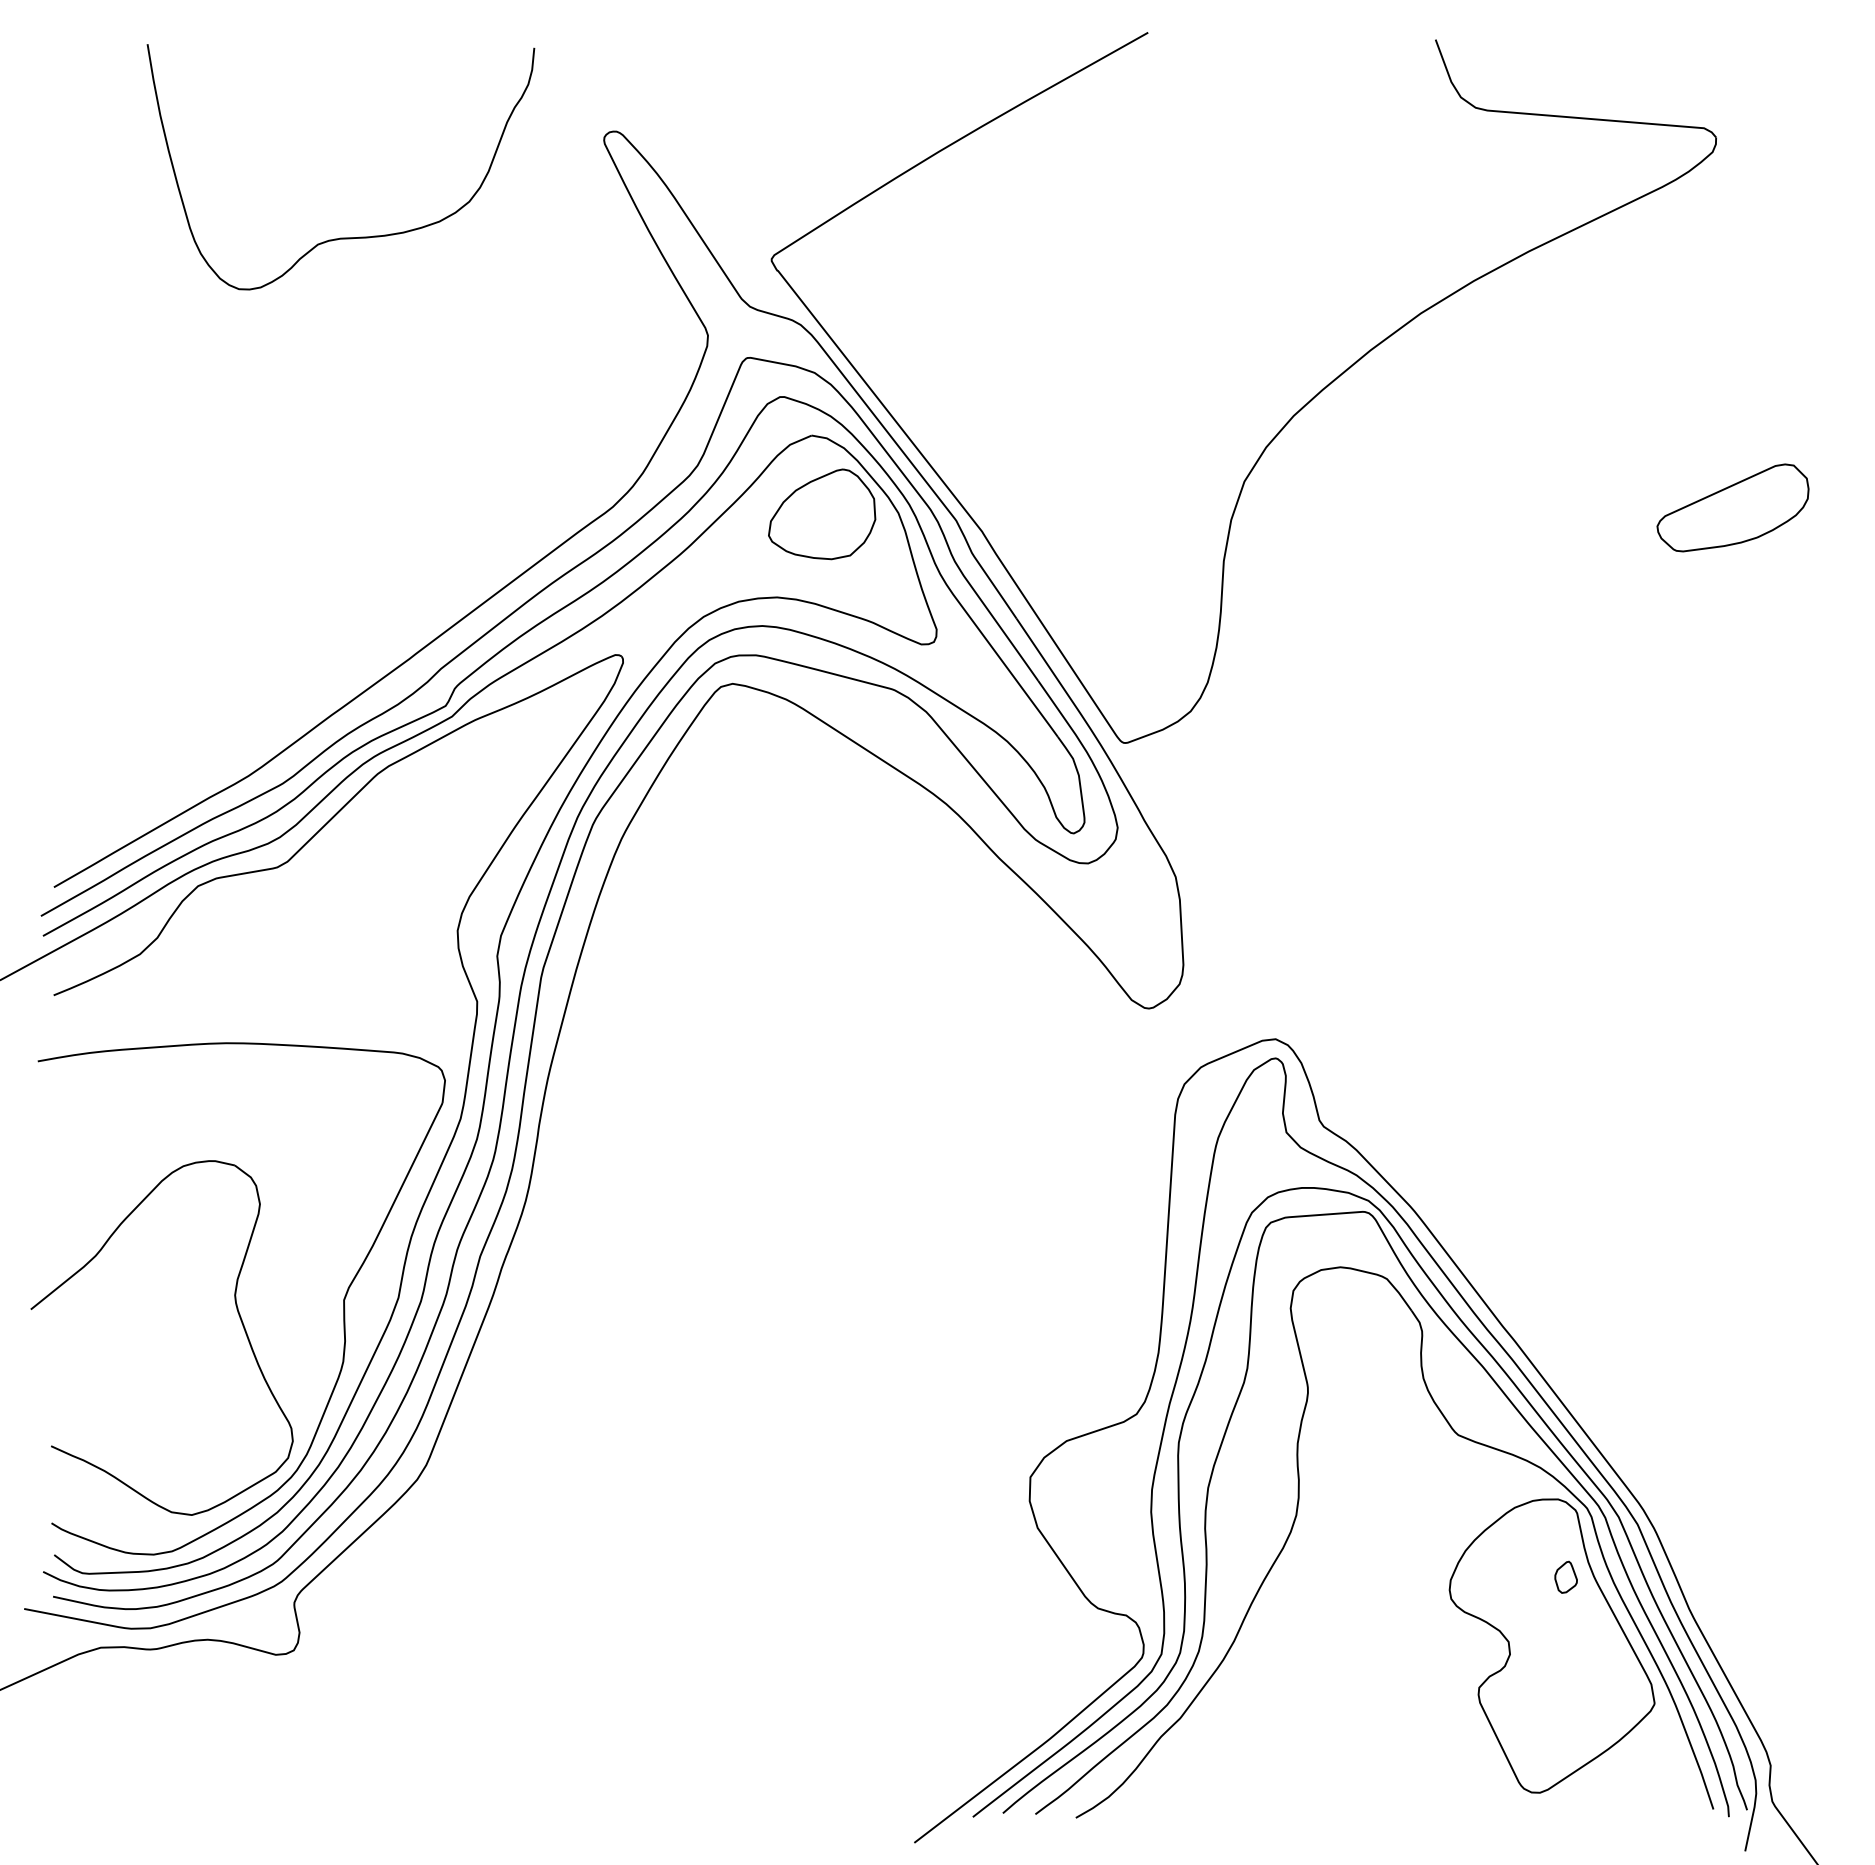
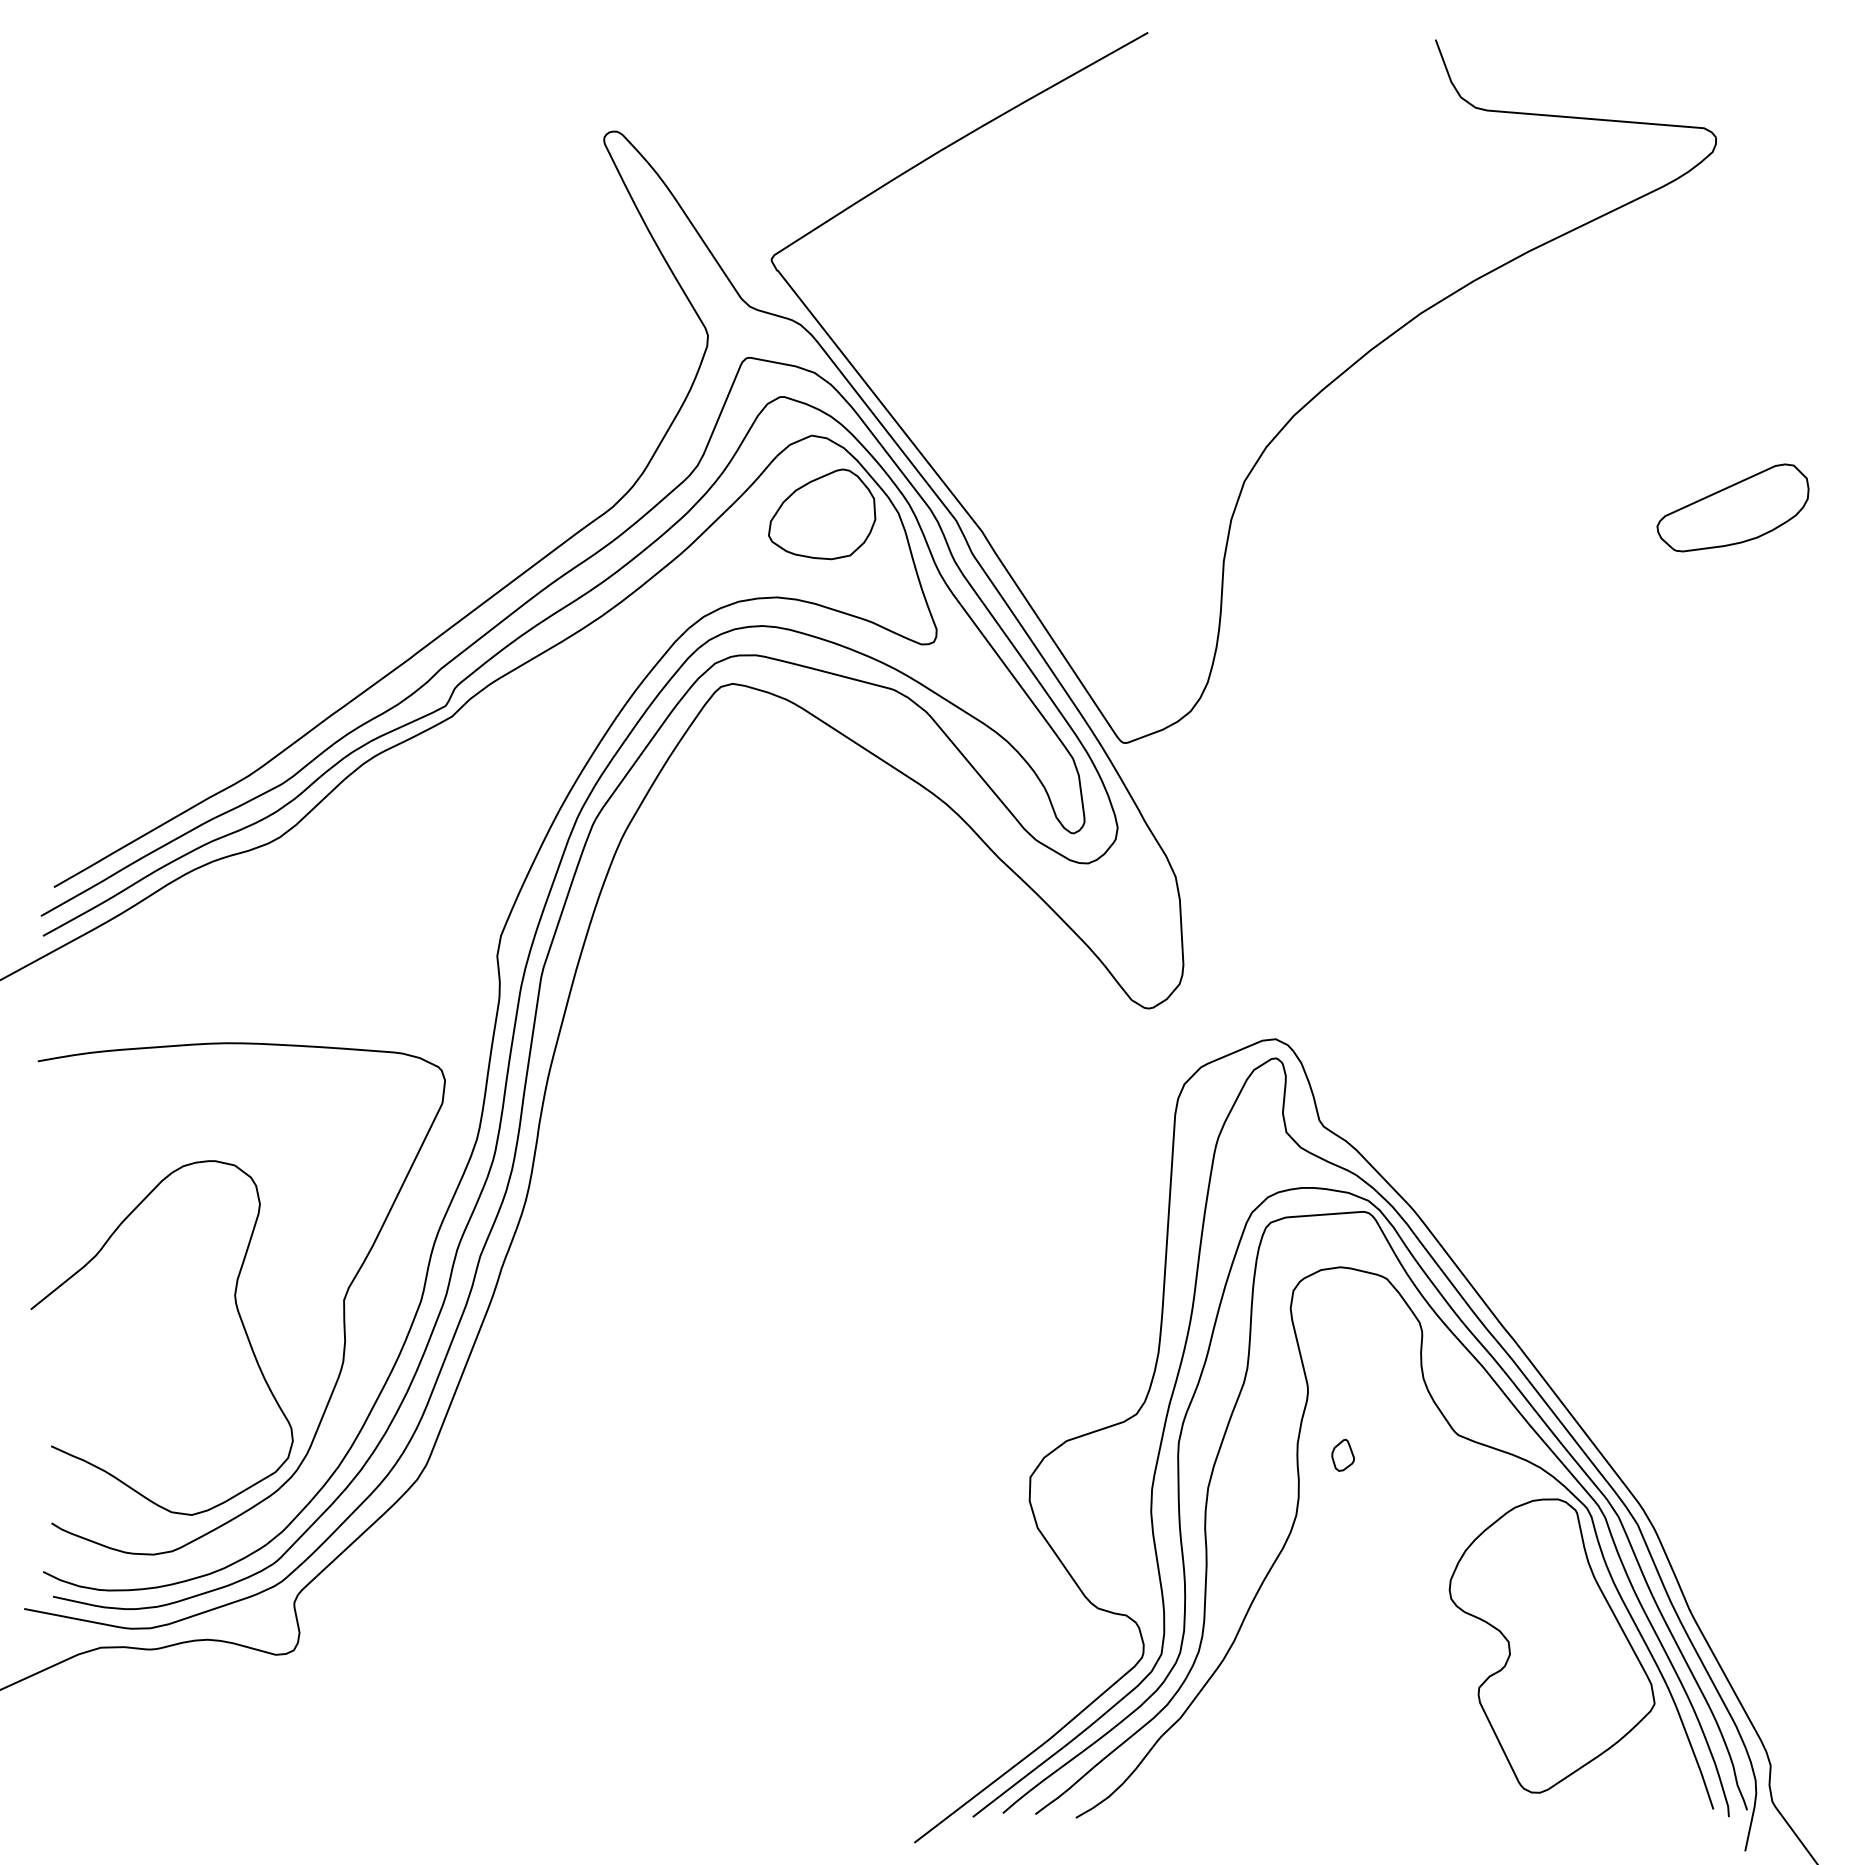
curve at (340, 237): present -> none
part at (441, 1161): present -> none
part at (1565, 1576) position: (1565, 1576) -> (1342, 1454)
